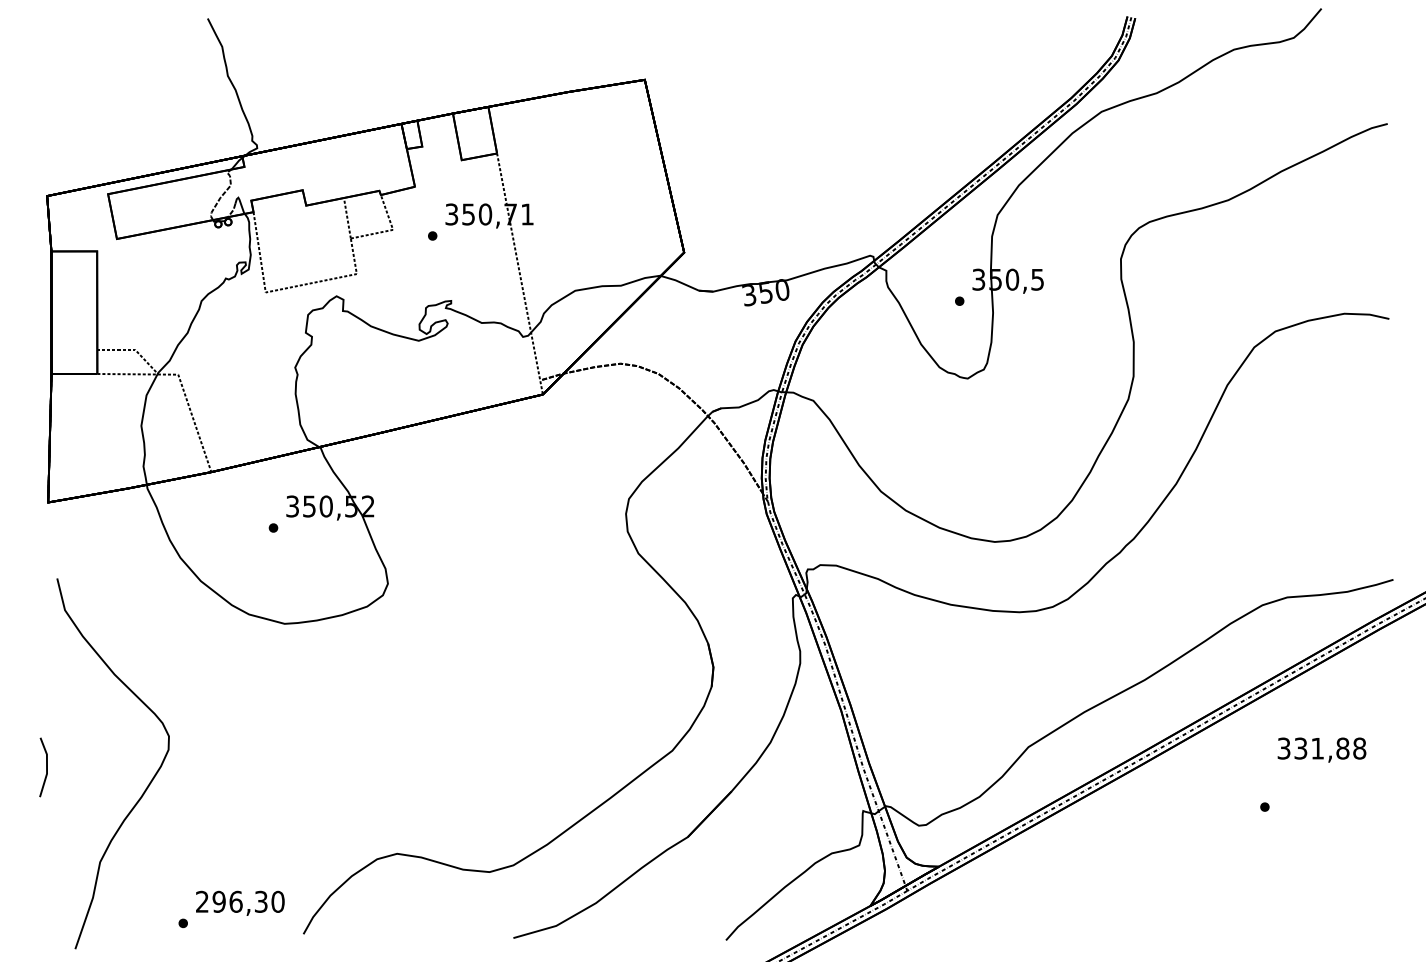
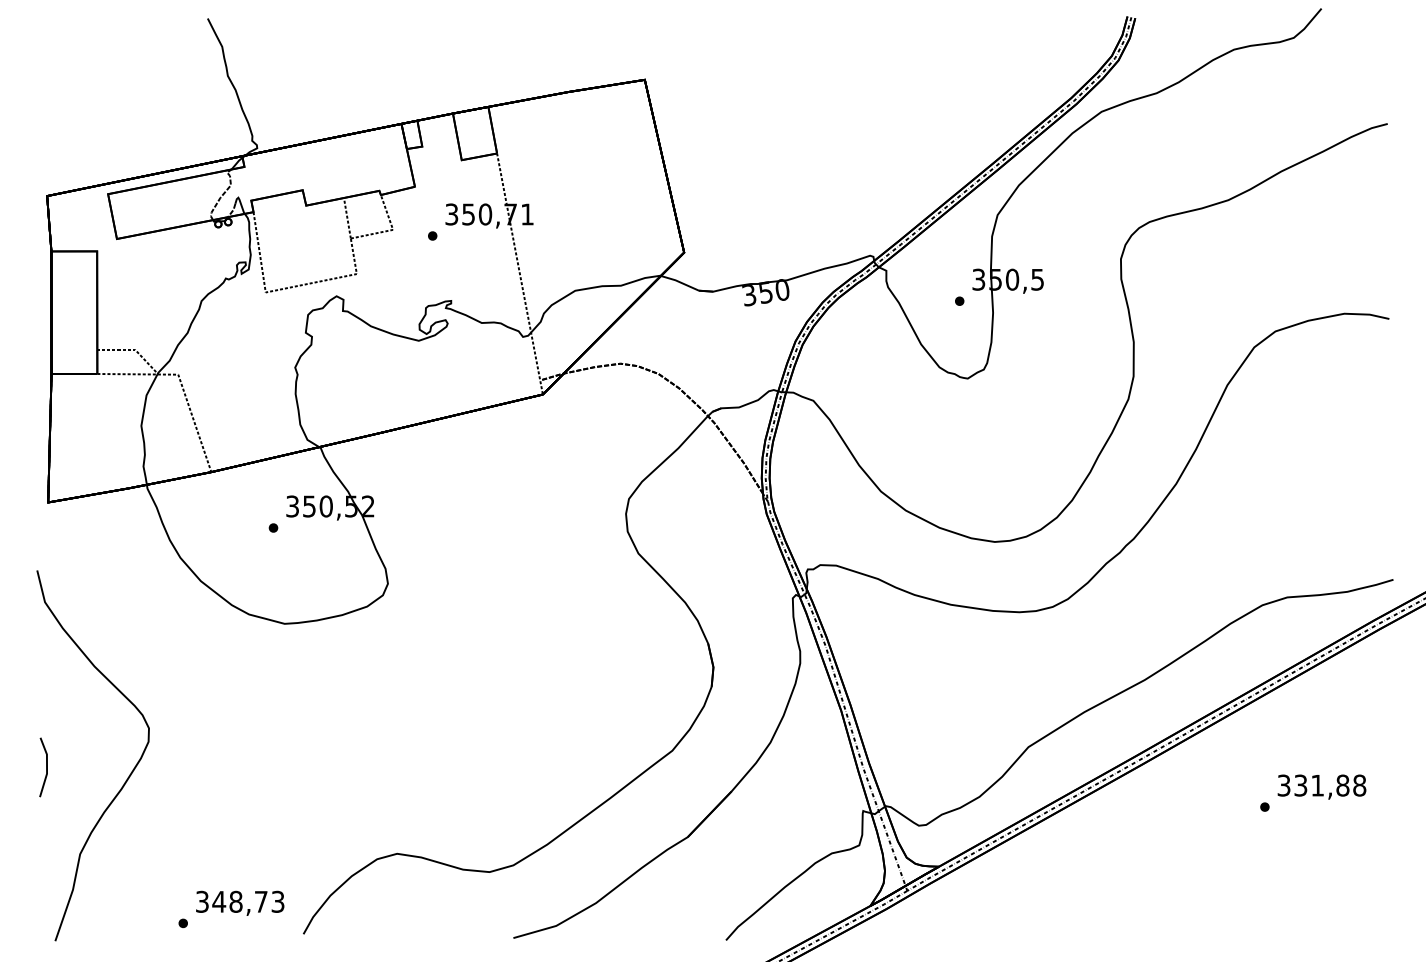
text at (1321, 749) position: (1321, 749) -> (1321, 786)
curve at (147, 785) position: (147, 785) -> (127, 777)
text at (240, 901): 296,30 -> 348,73
